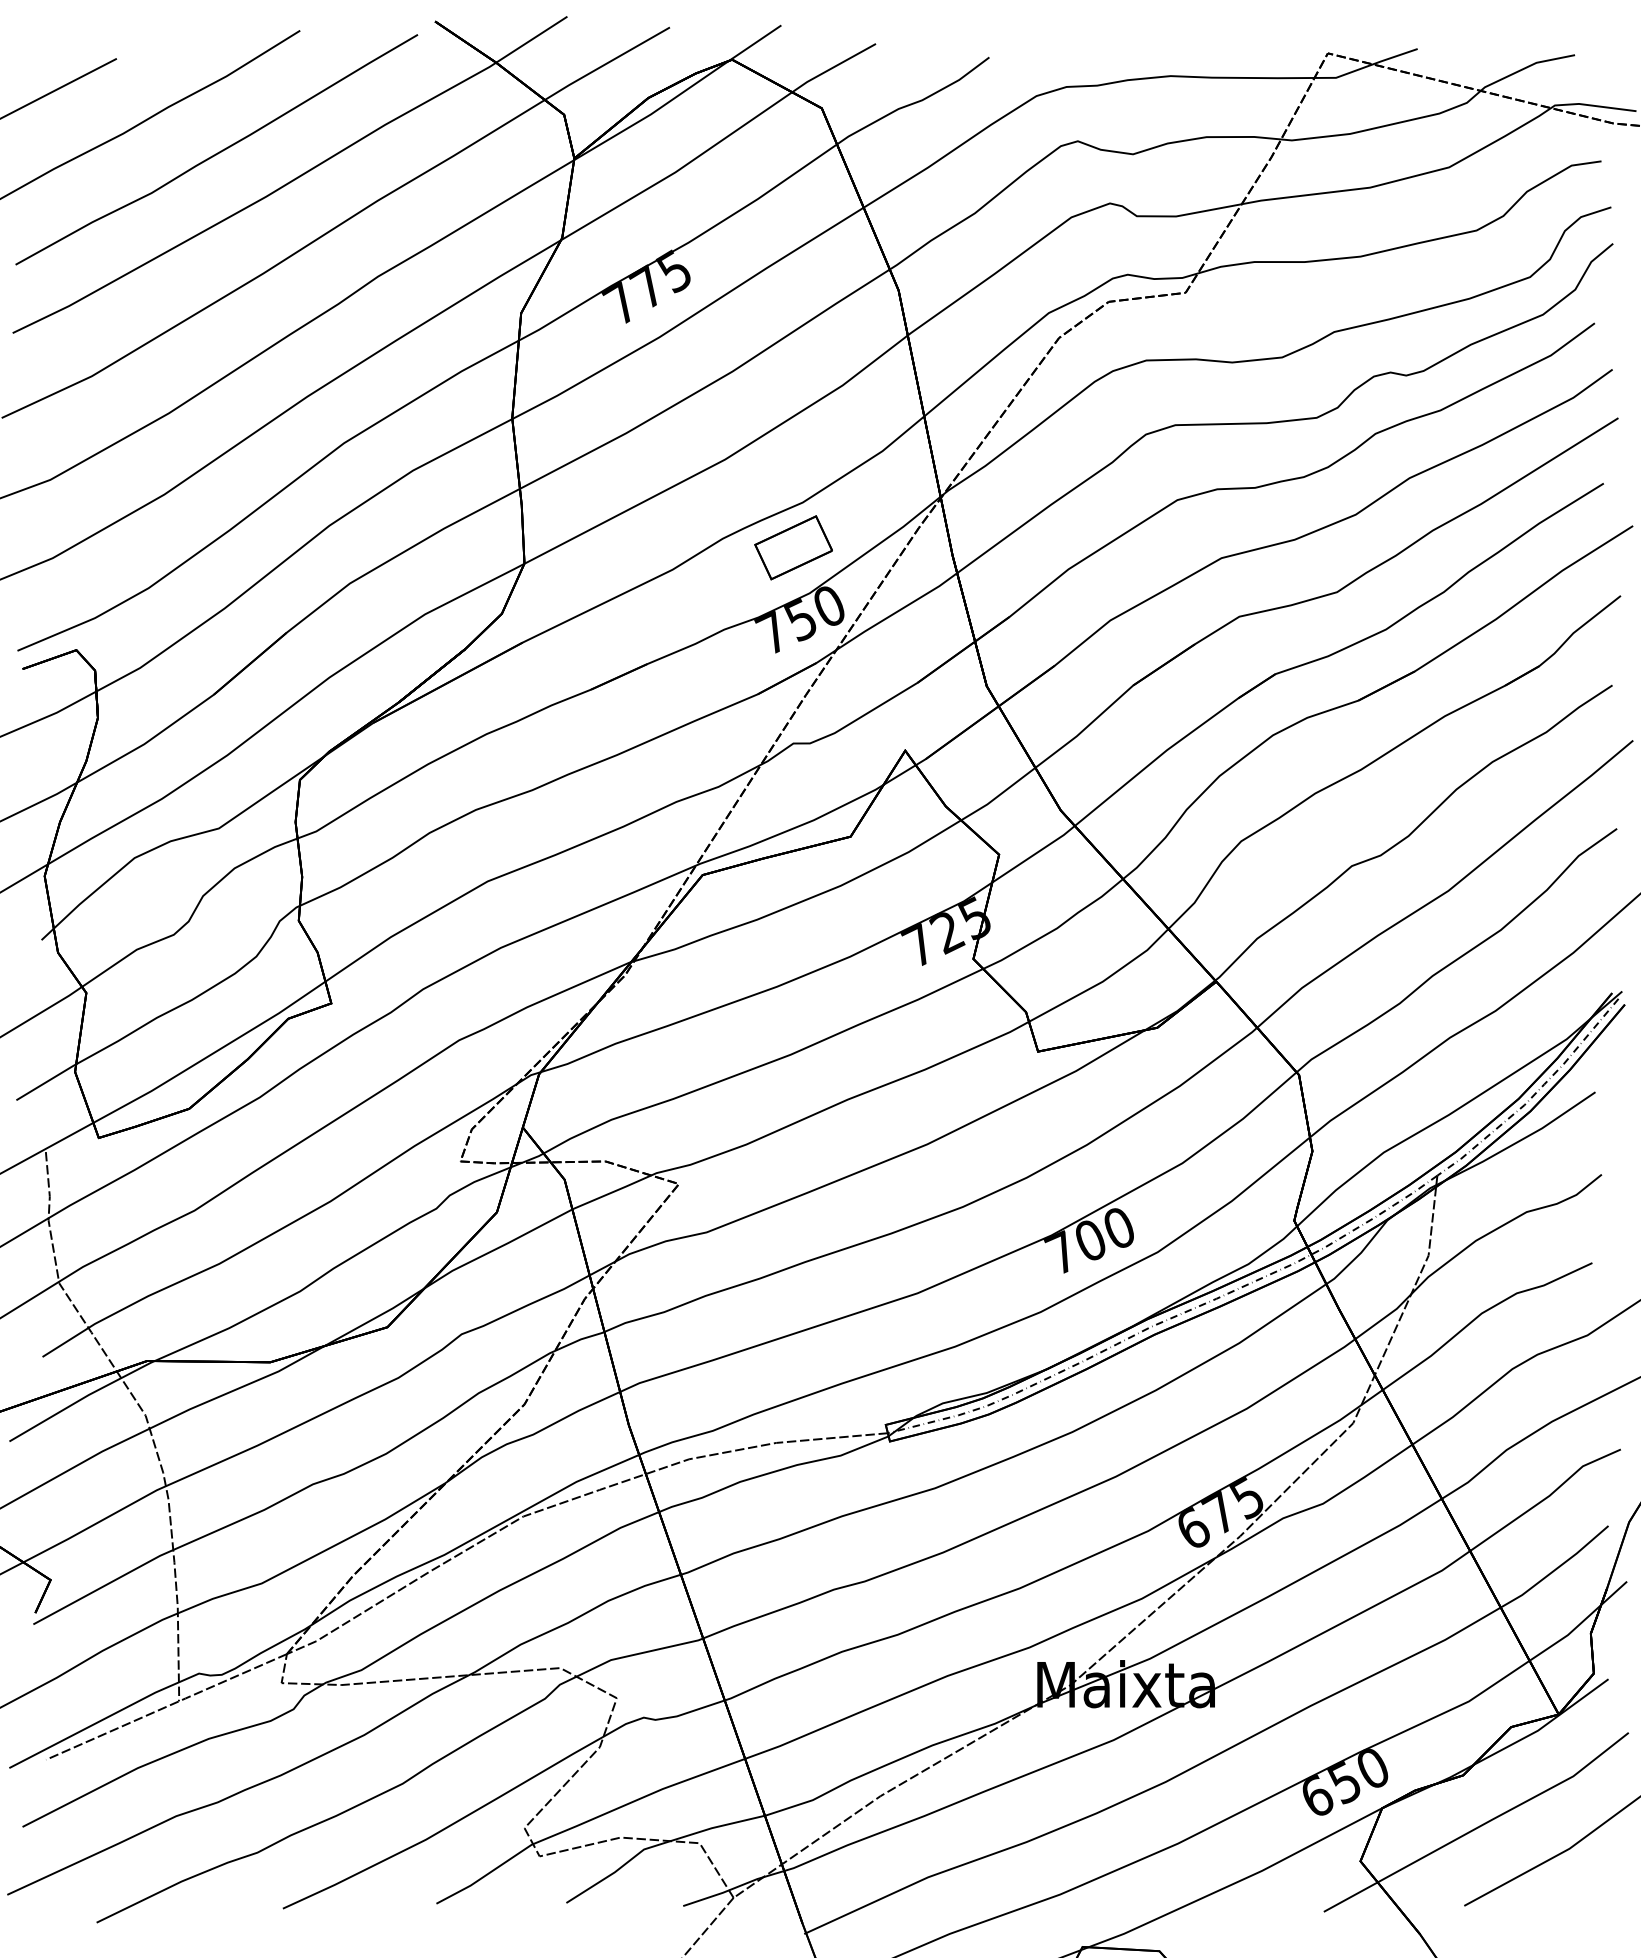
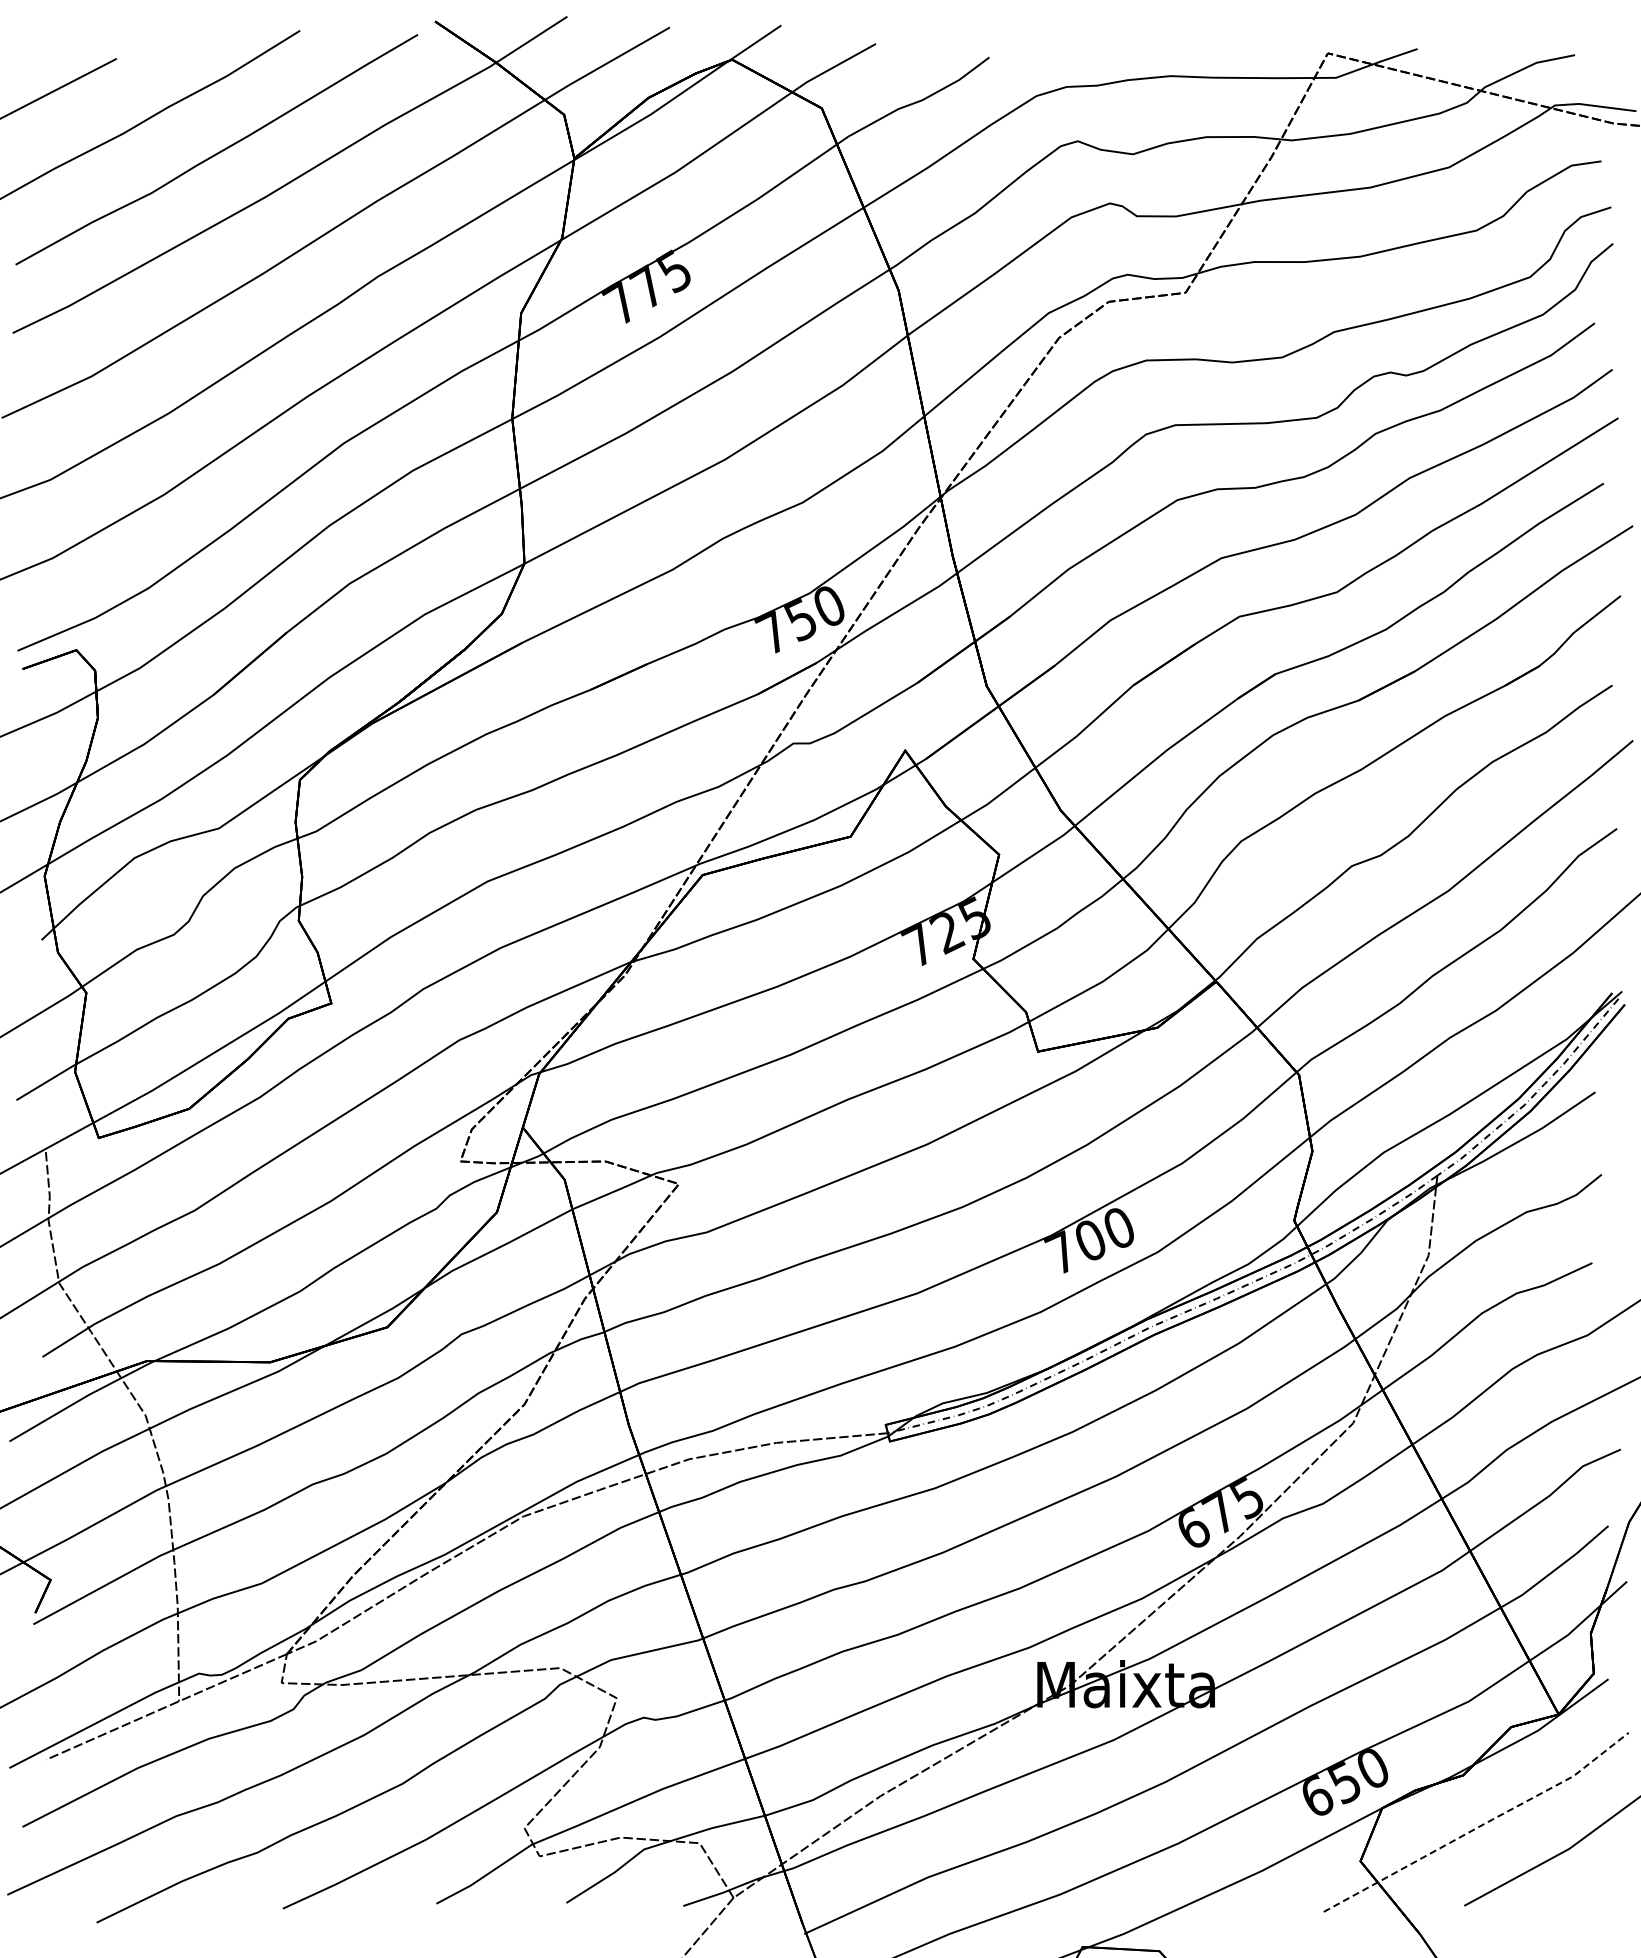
part at (793, 547): present -> none
line at (1480, 1826): solid -> dashed
